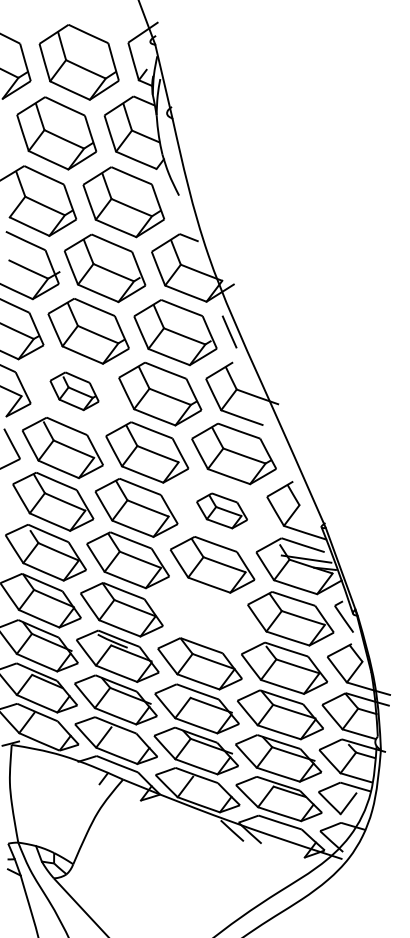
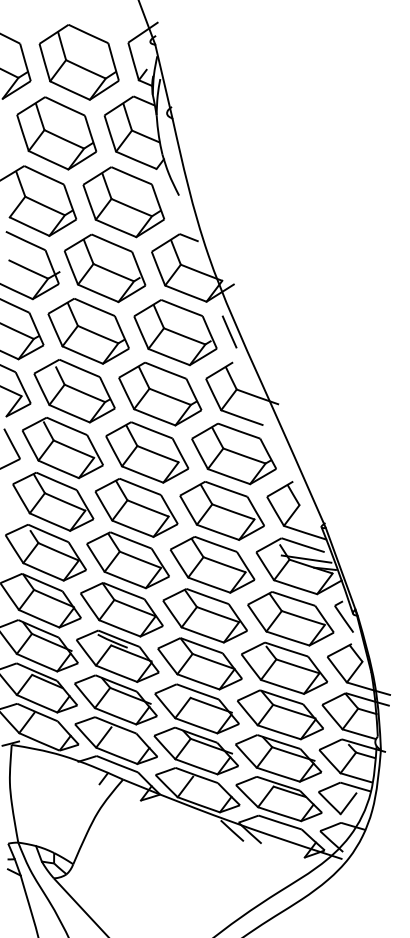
part at (74, 391) size: 51x41 px -> 83x65 px
part at (221, 510) size: 52x38 px -> 86x60 px
part at (204, 615): none -> present
